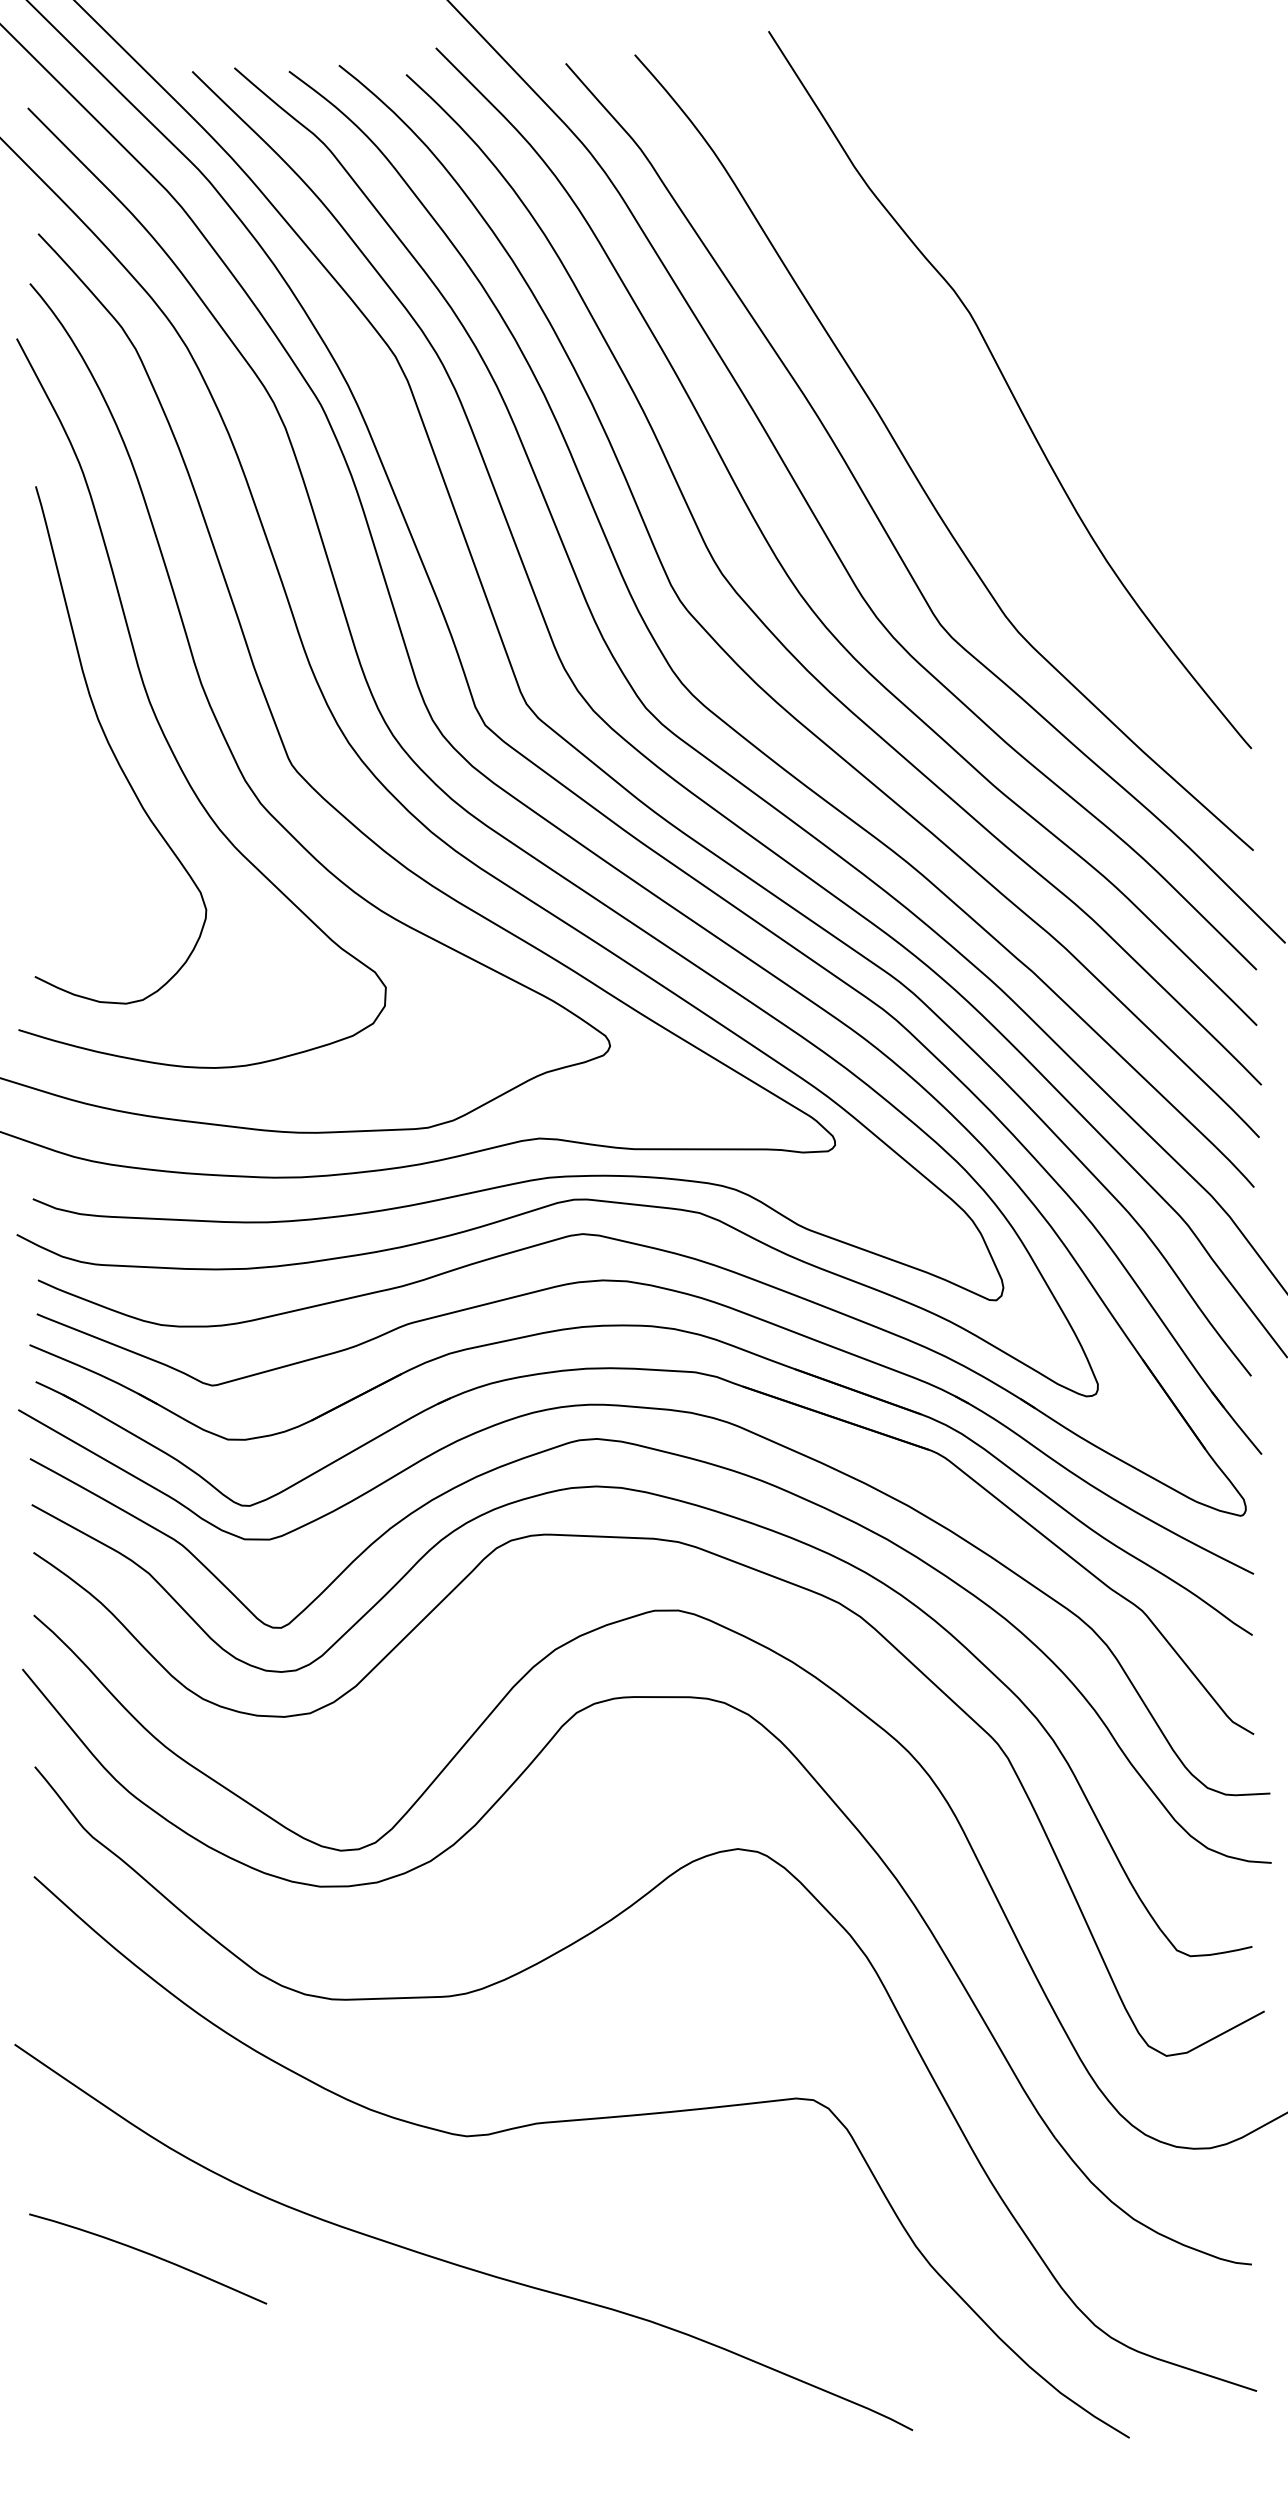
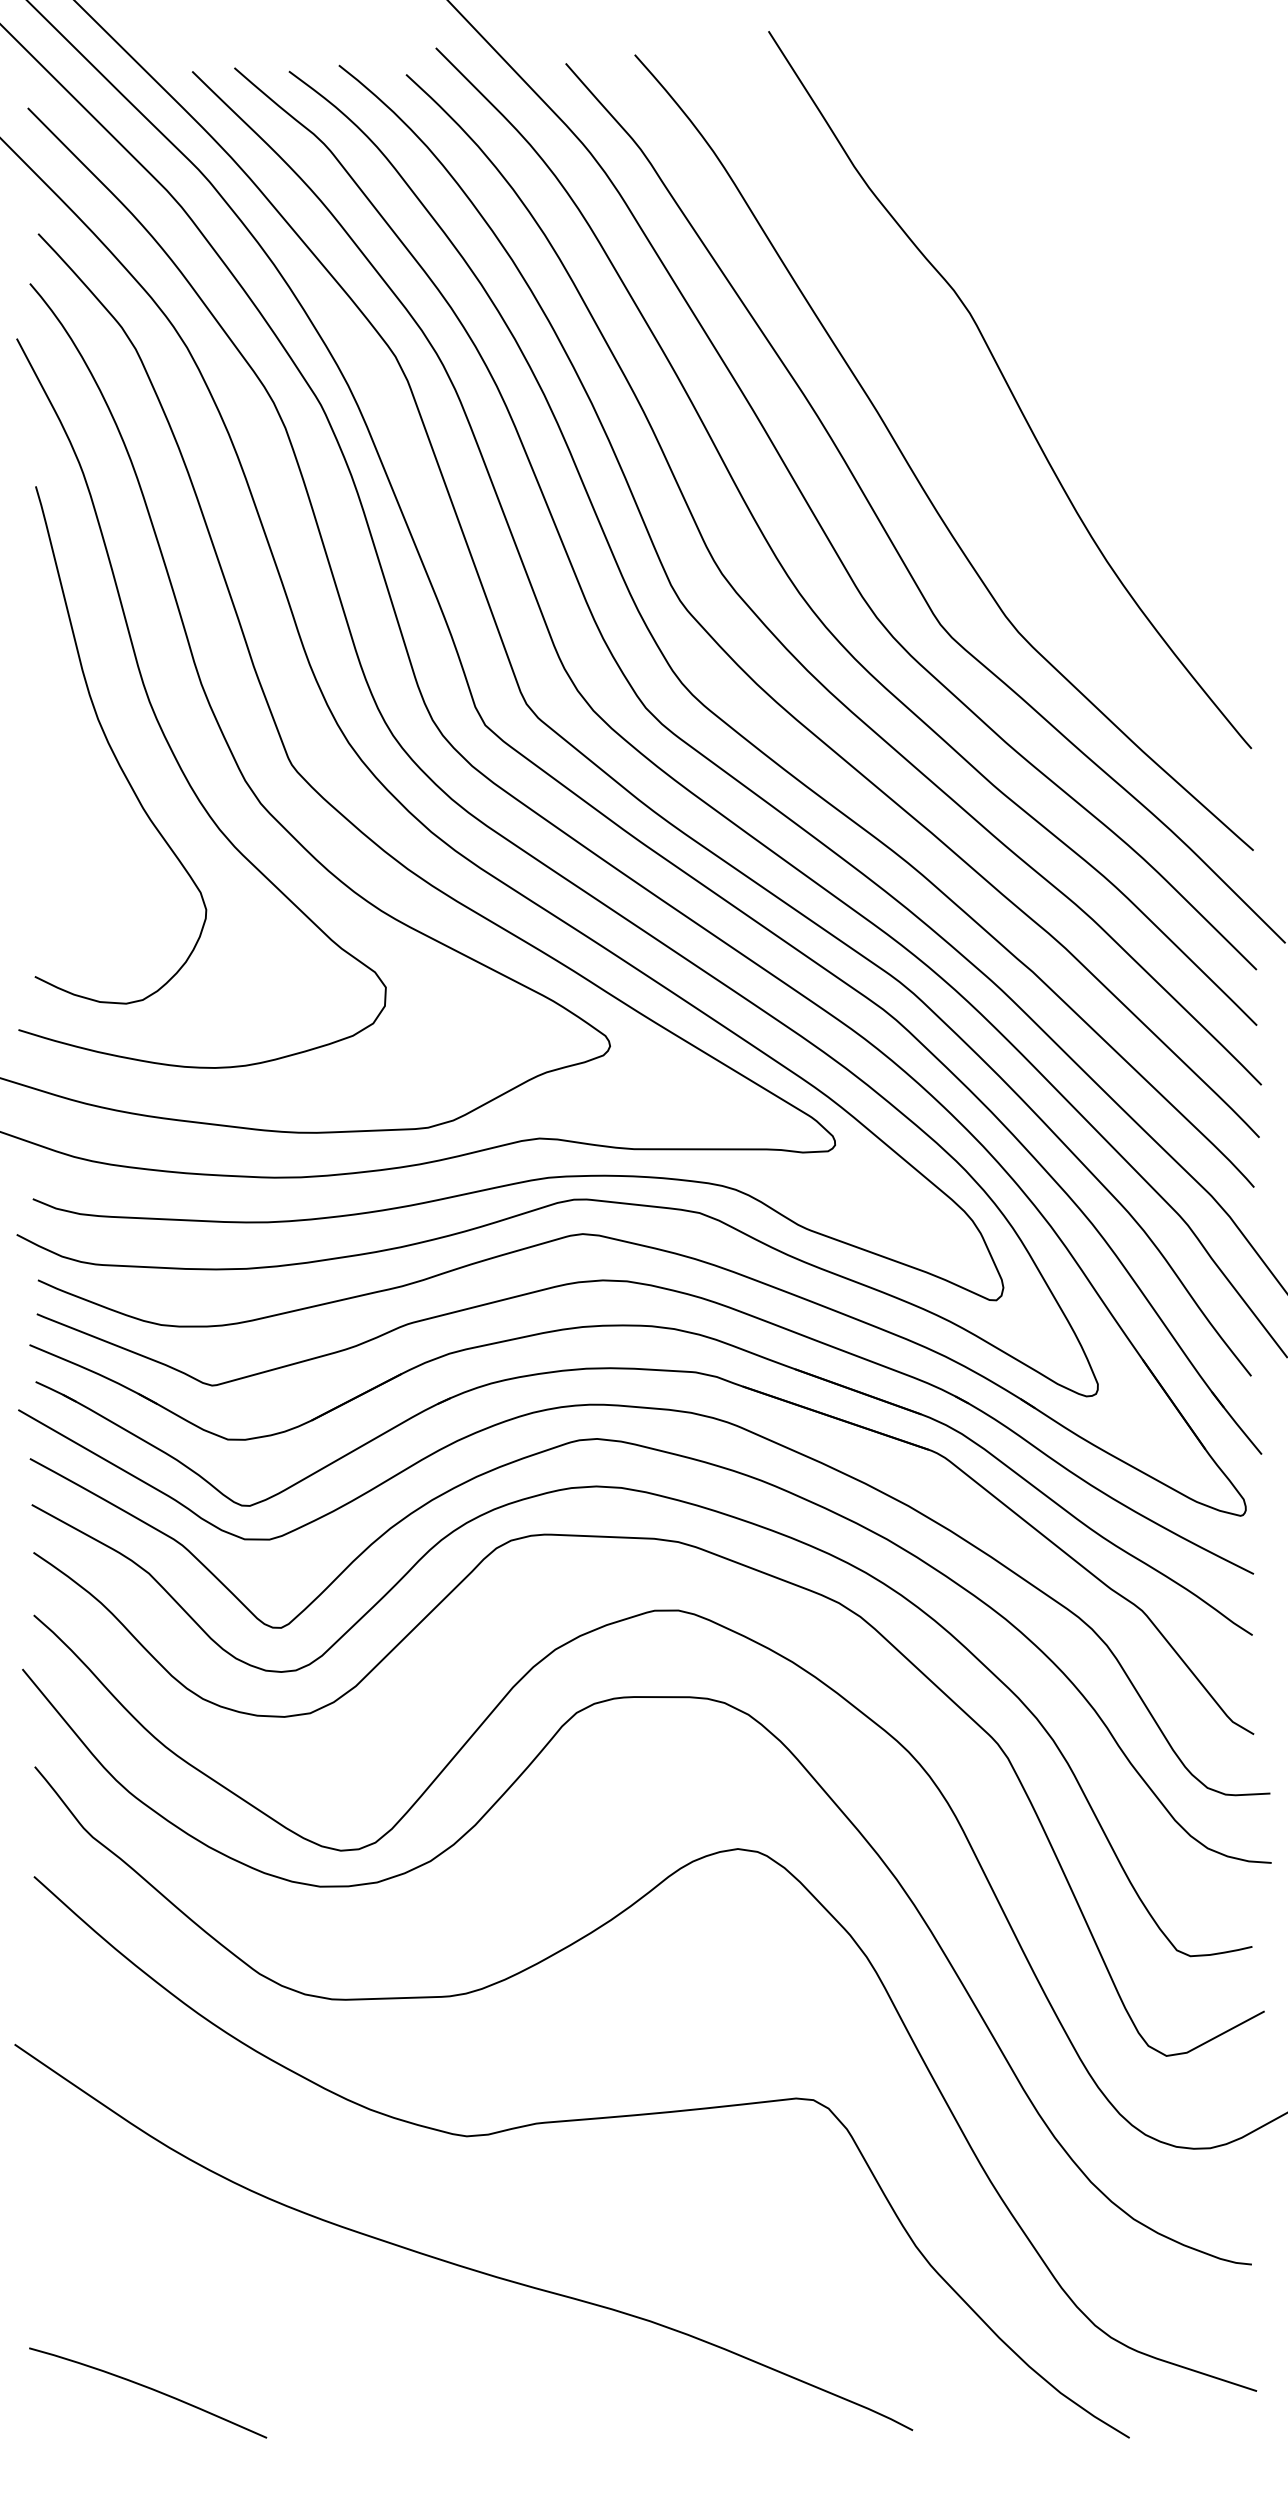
curve at (149, 2255) position: (149, 2255) -> (149, 2389)
